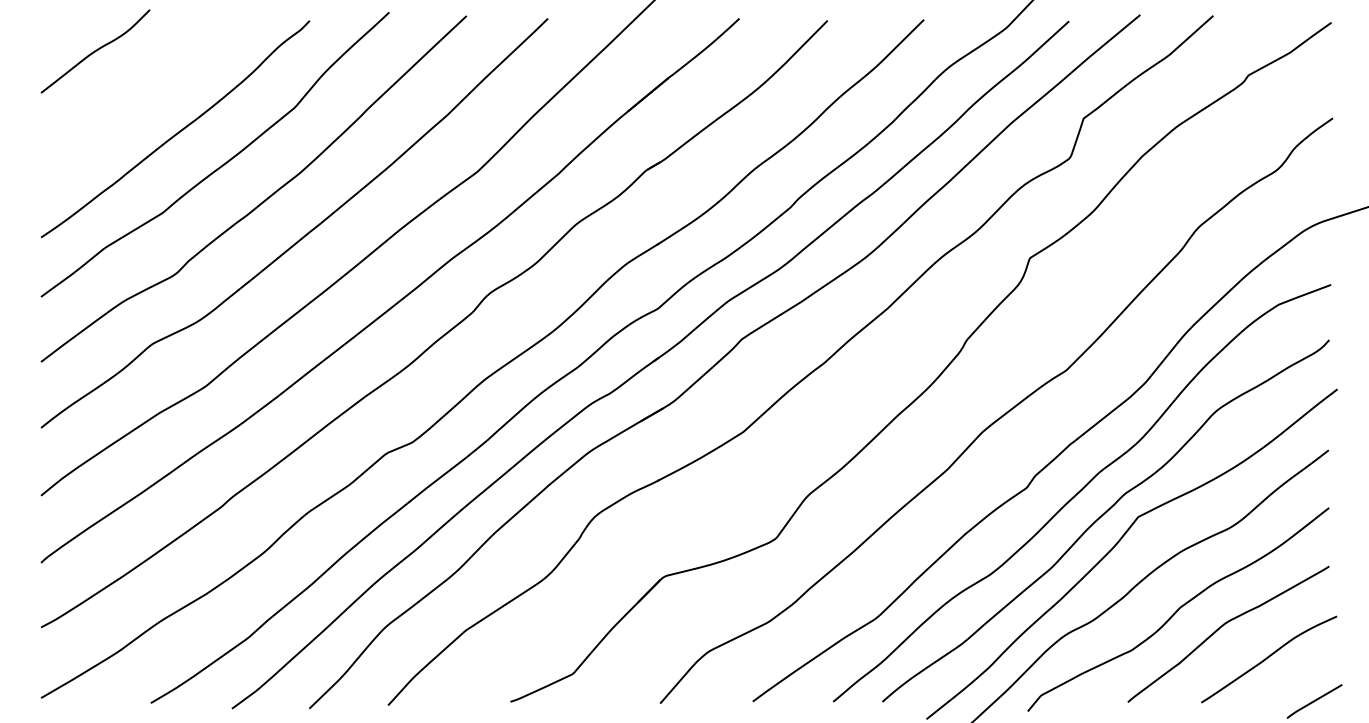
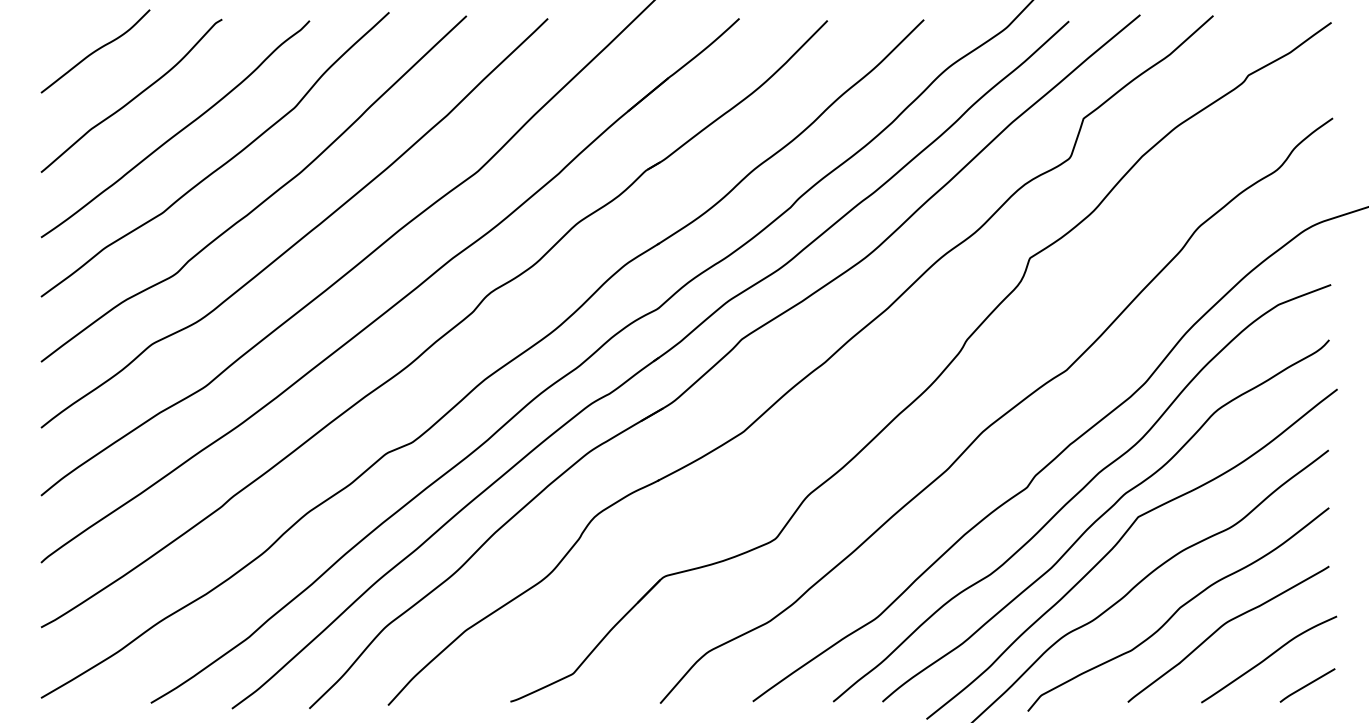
curve at (133, 97): none -> present
line at (1314, 701) position: (1314, 701) -> (1307, 685)
